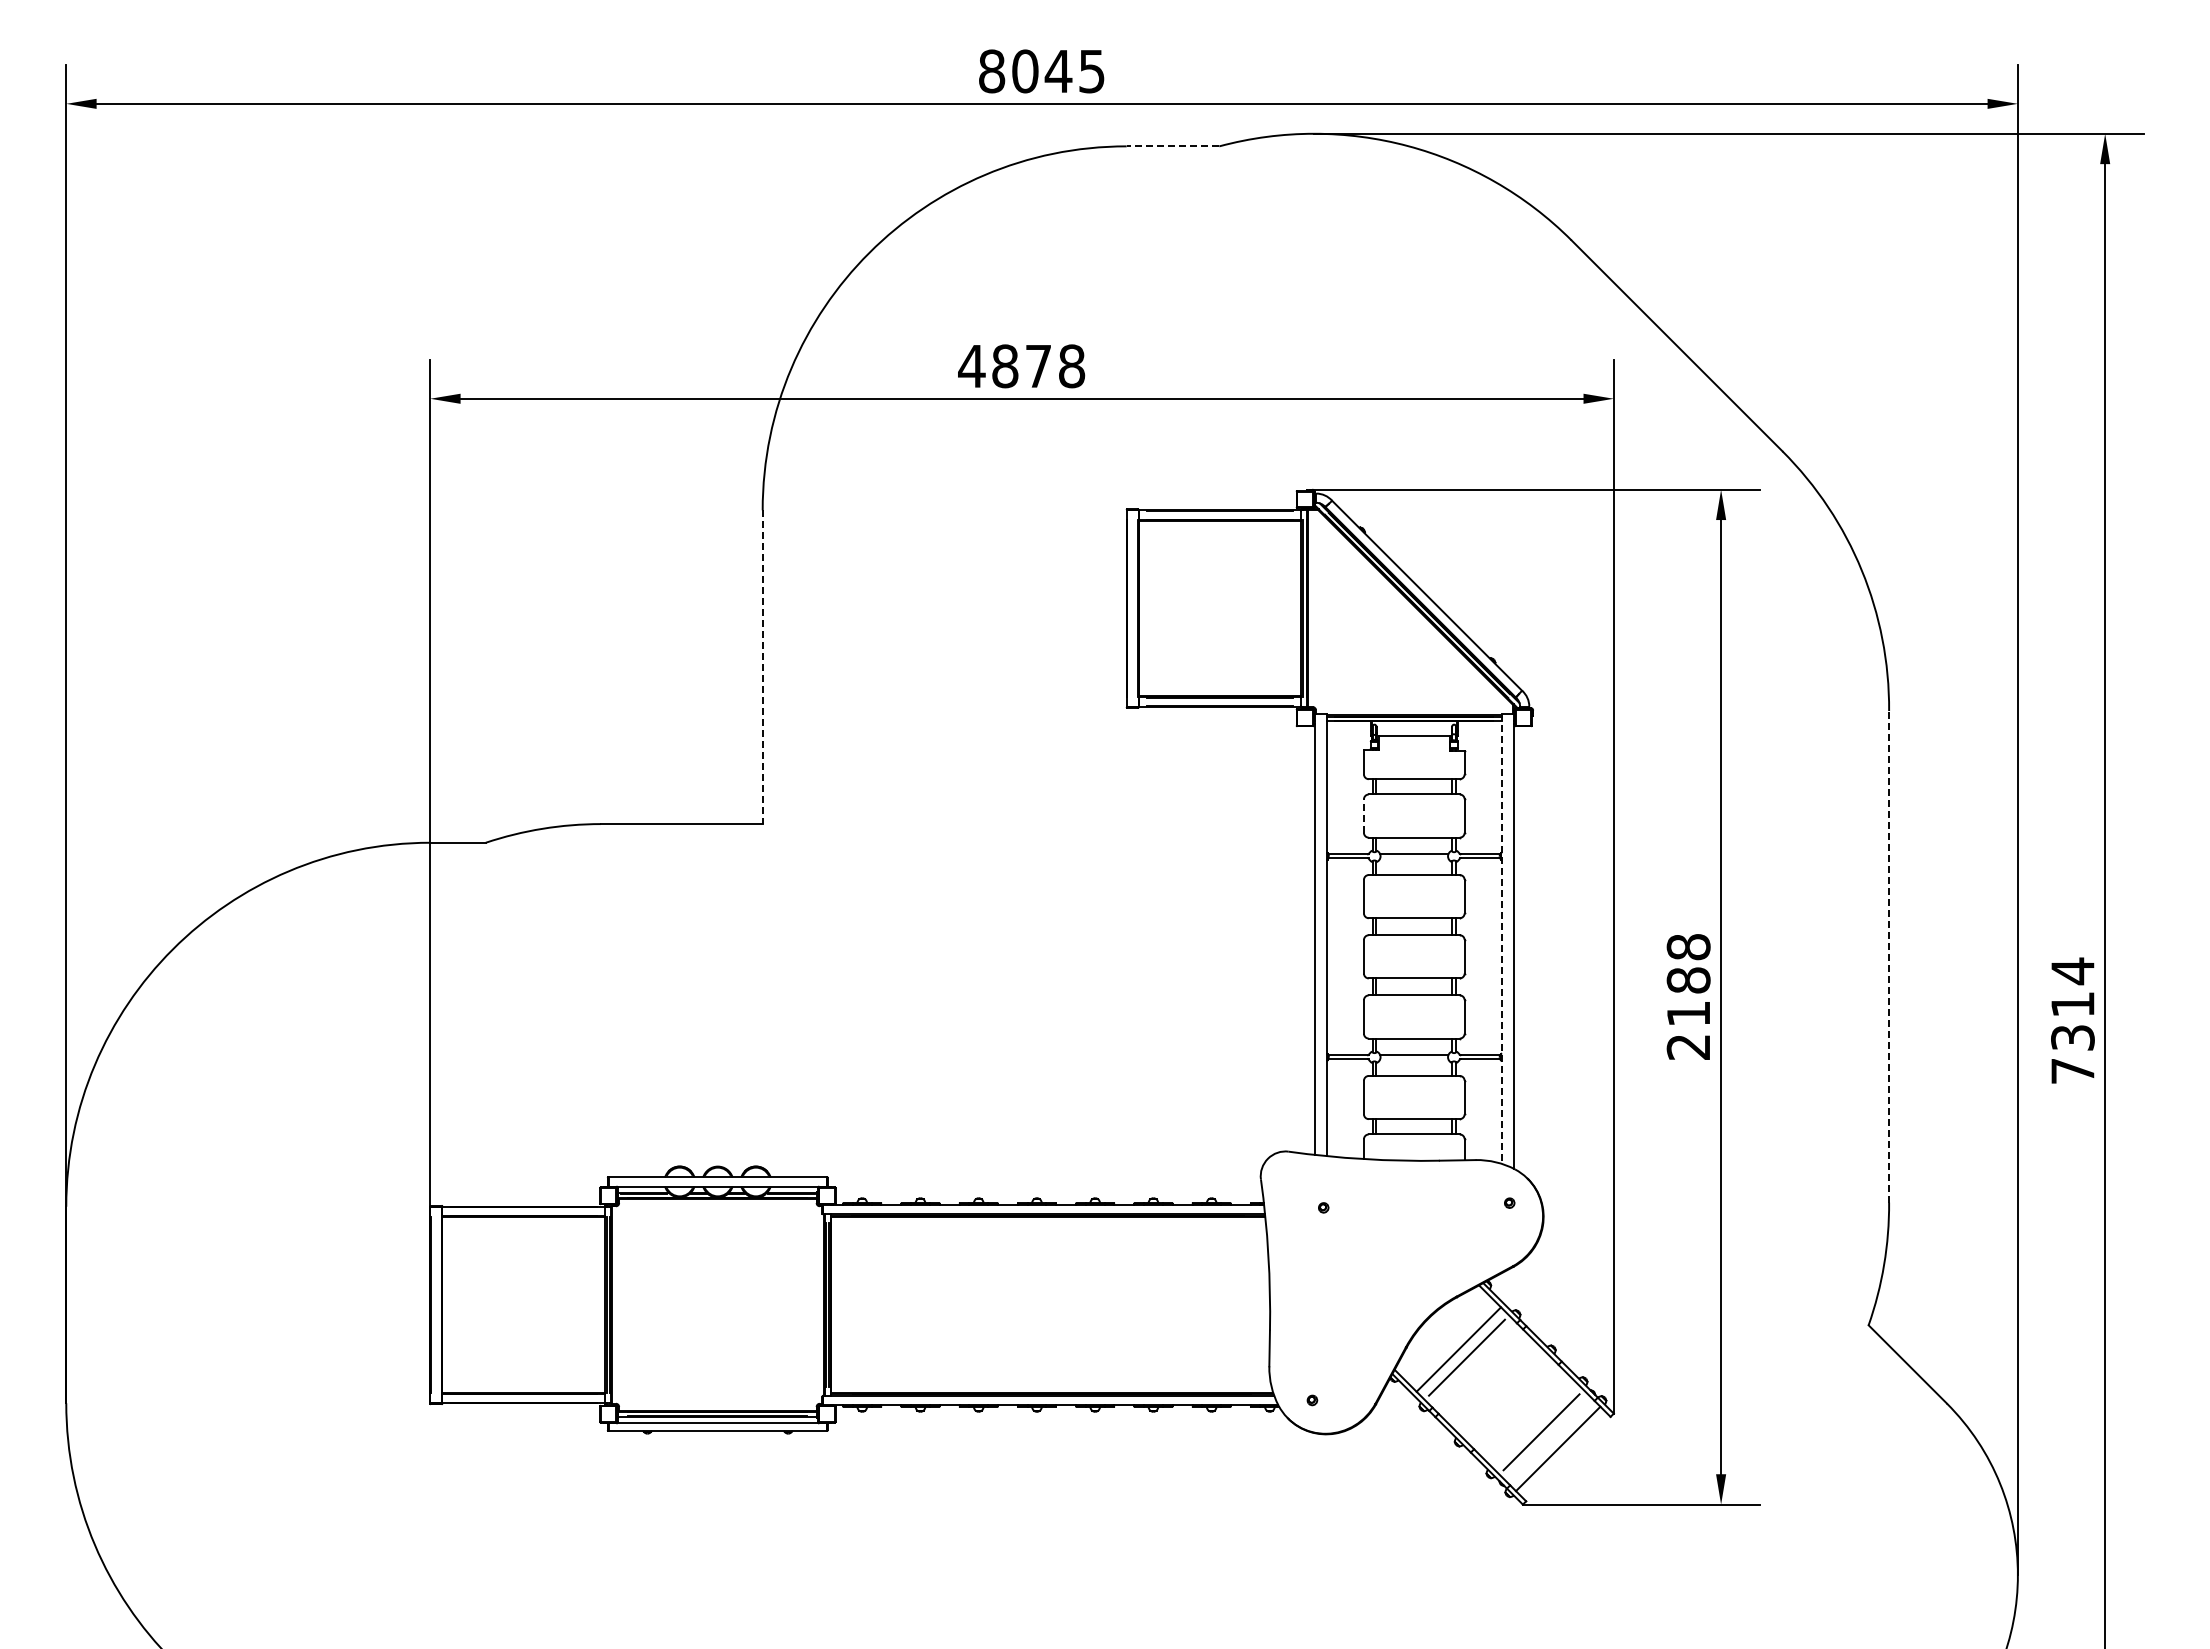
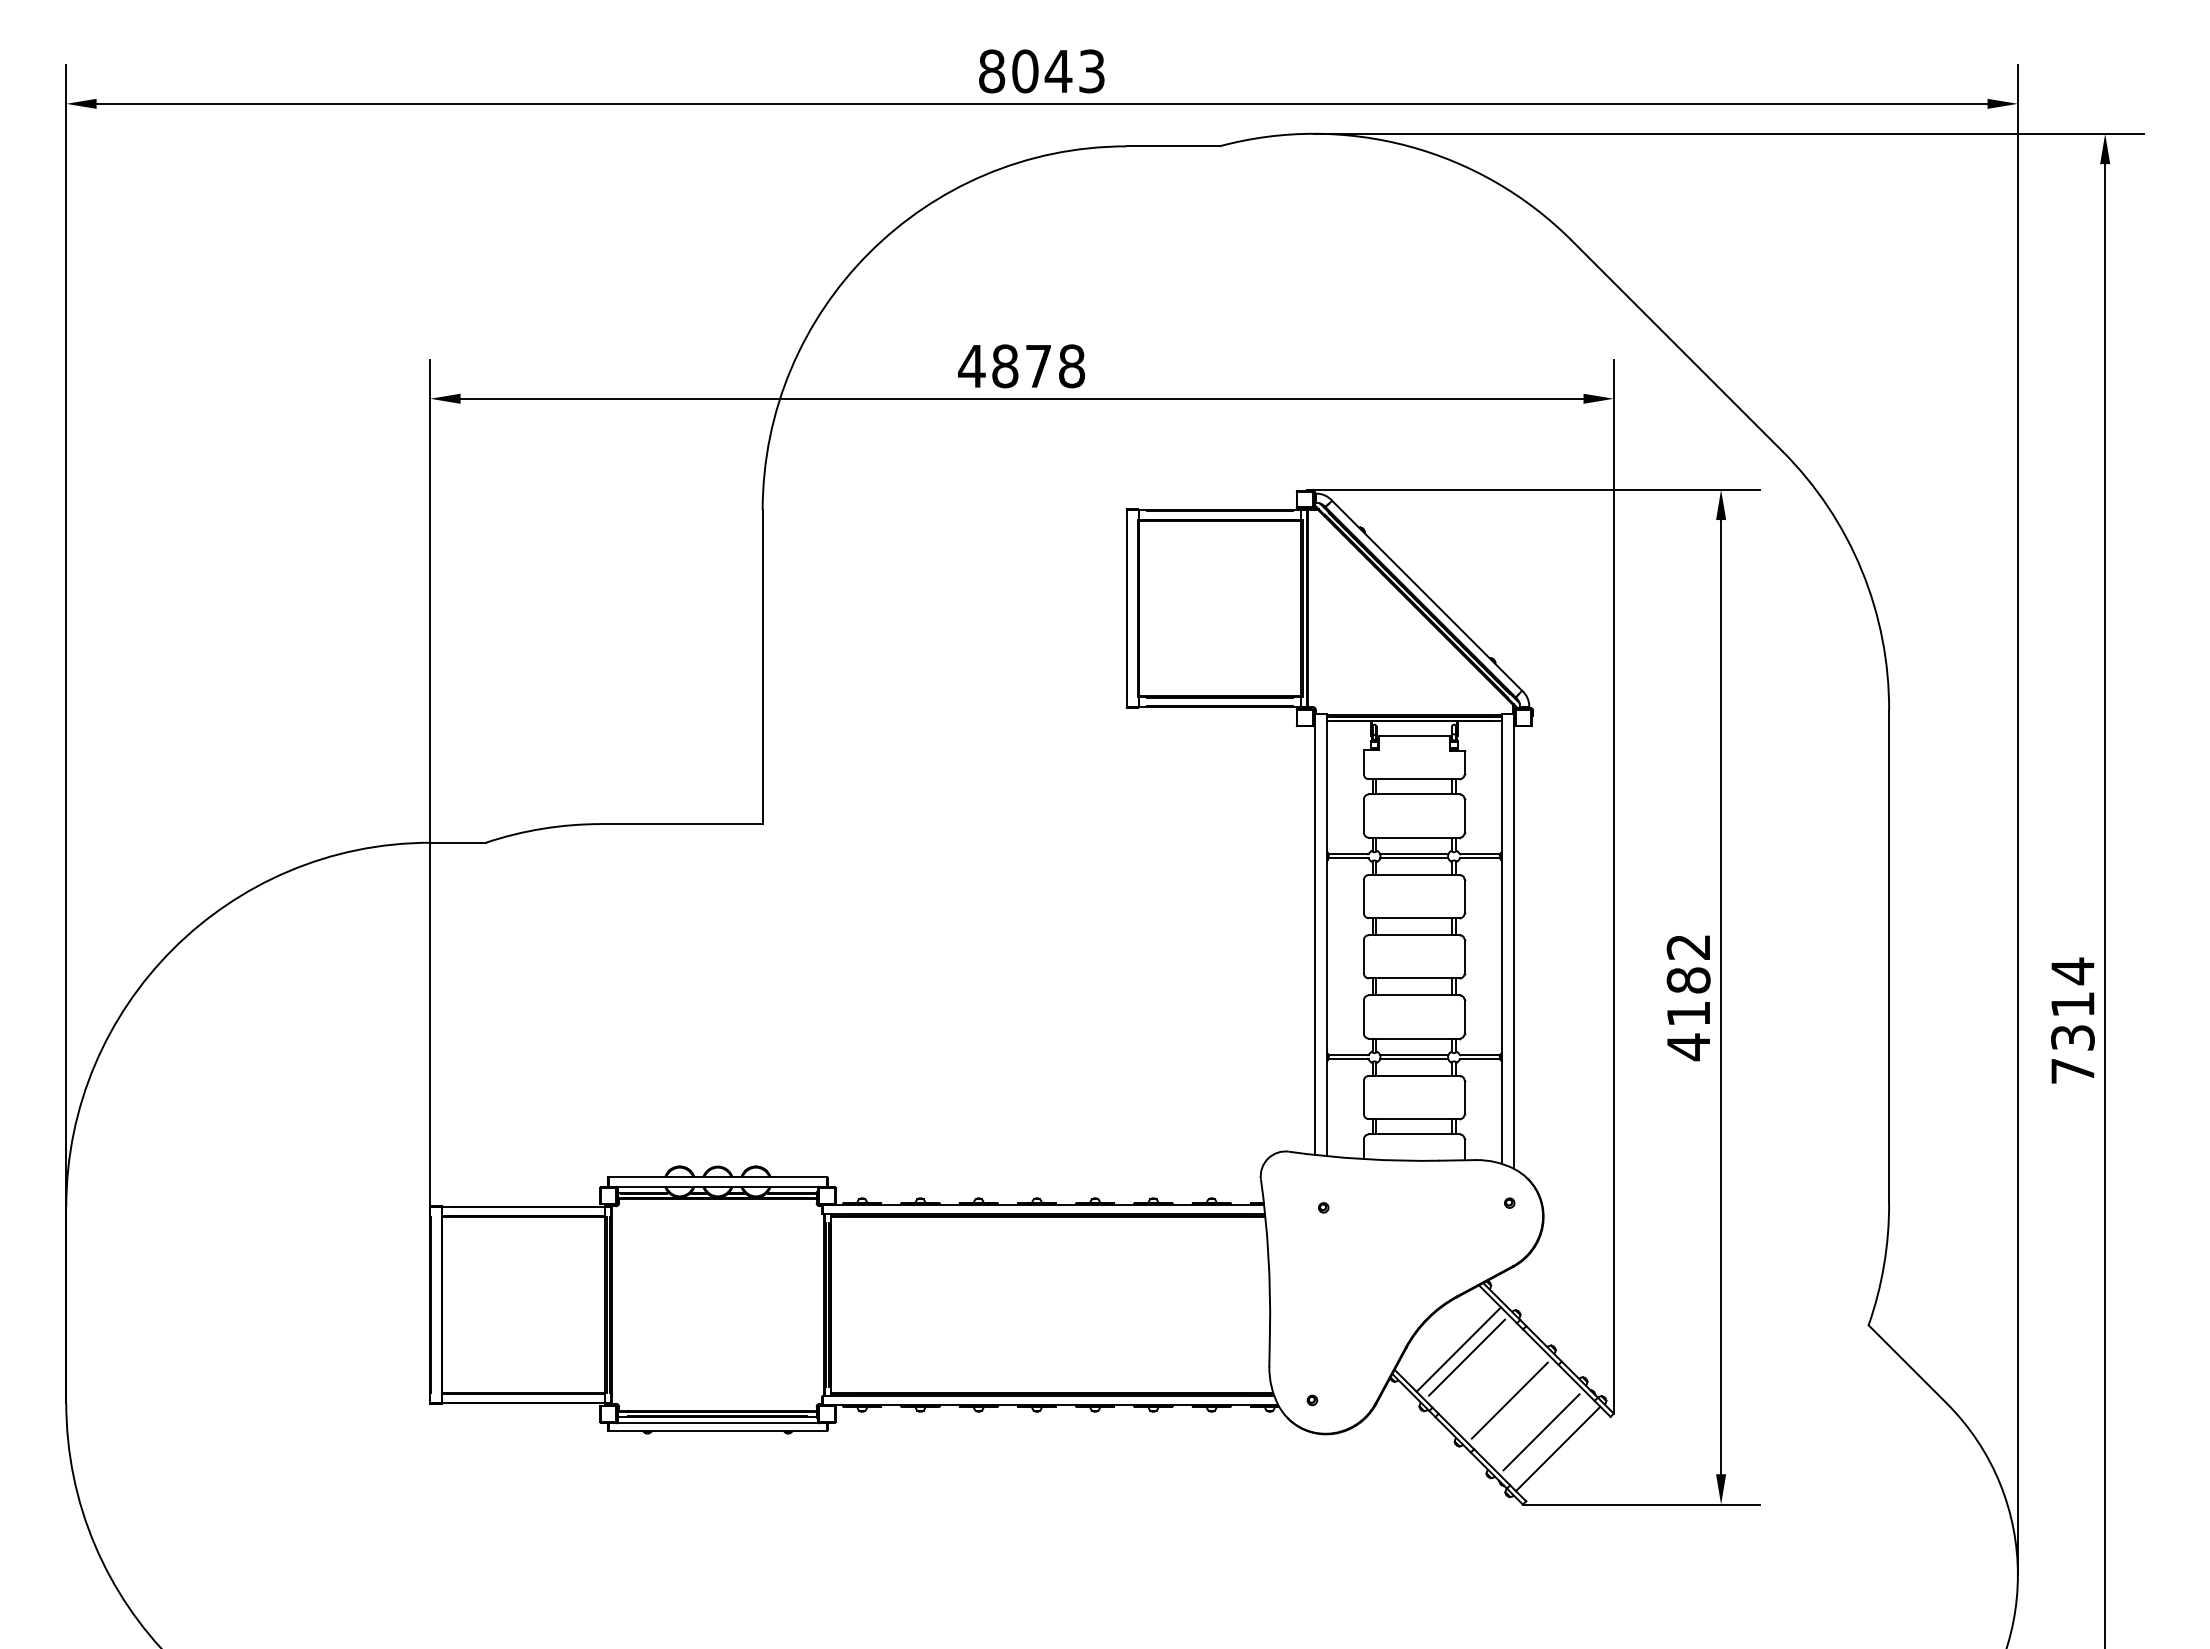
text at (1091, 70): 8045 -> 8043
line at (1172, 146): dashed -> solid
line at (762, 667): dashed -> solid
line at (1363, 816): dashed -> solid
line at (1414, 858): none -> present
line at (1502, 939): dashed -> solid
line at (1889, 956): dashed -> solid
text at (1688, 997): 2188 -> 4182
line at (1414, 1059): none -> present
line at (1509, 1400): none -> present
